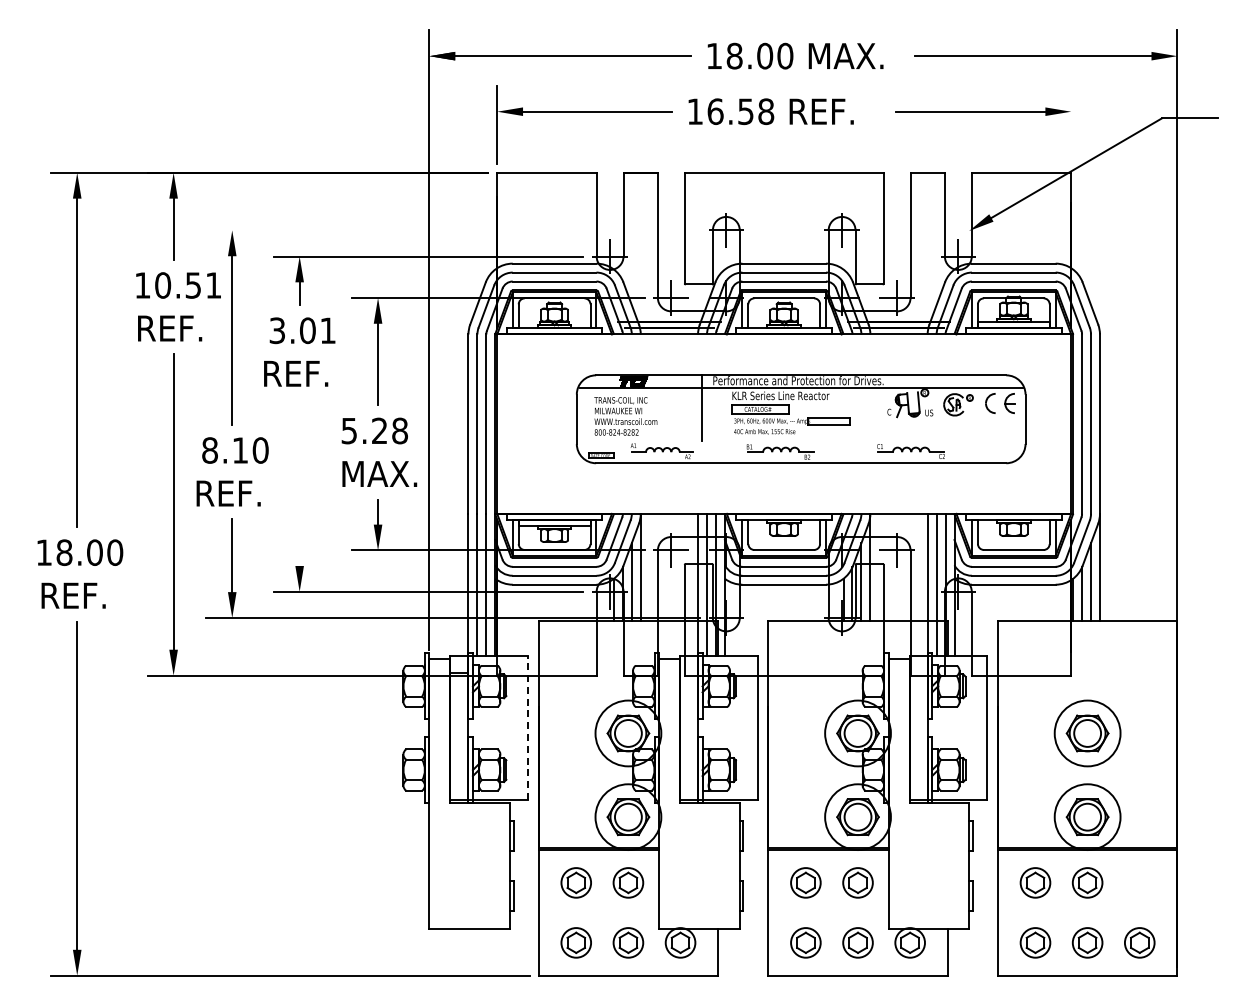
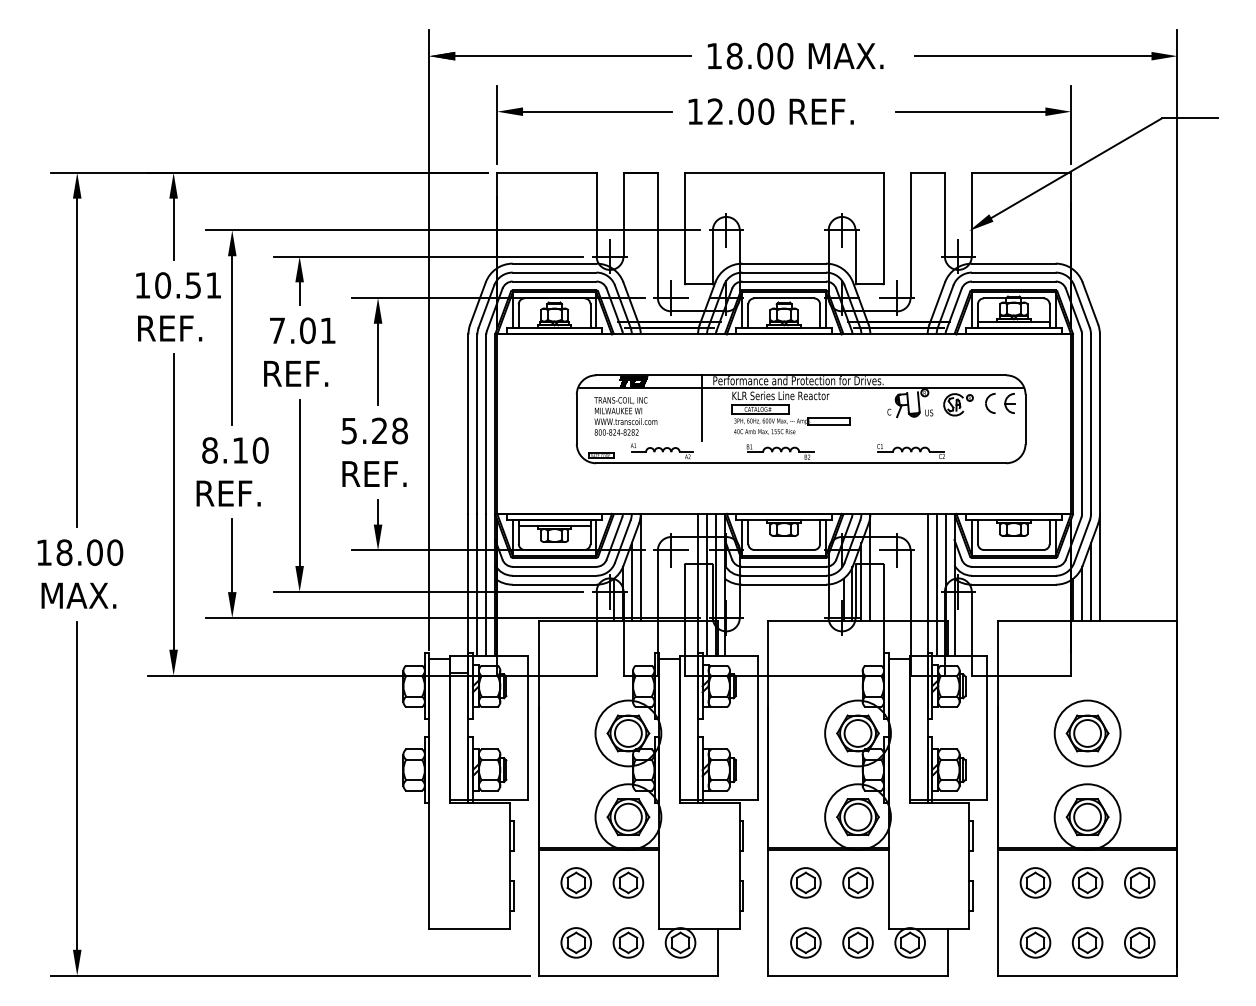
text at (740, 111): 16.58 -> 12.00
line at (1071, 124): none -> present
line at (452, 230): none -> present
text at (276, 330): 3.01 -> 7.01
text at (381, 473): MAX. -> REF.
line at (299, 482): none -> present
text at (80, 595): REF. -> MAX.
line at (528, 728): dashed -> solid
part at (1139, 882): none -> present
